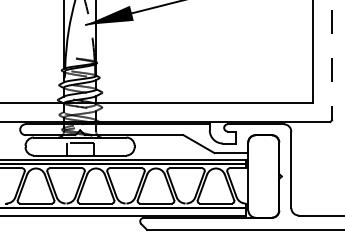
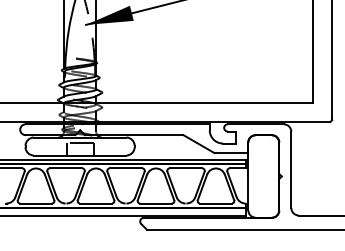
line at (332, 60): dashed -> solid
